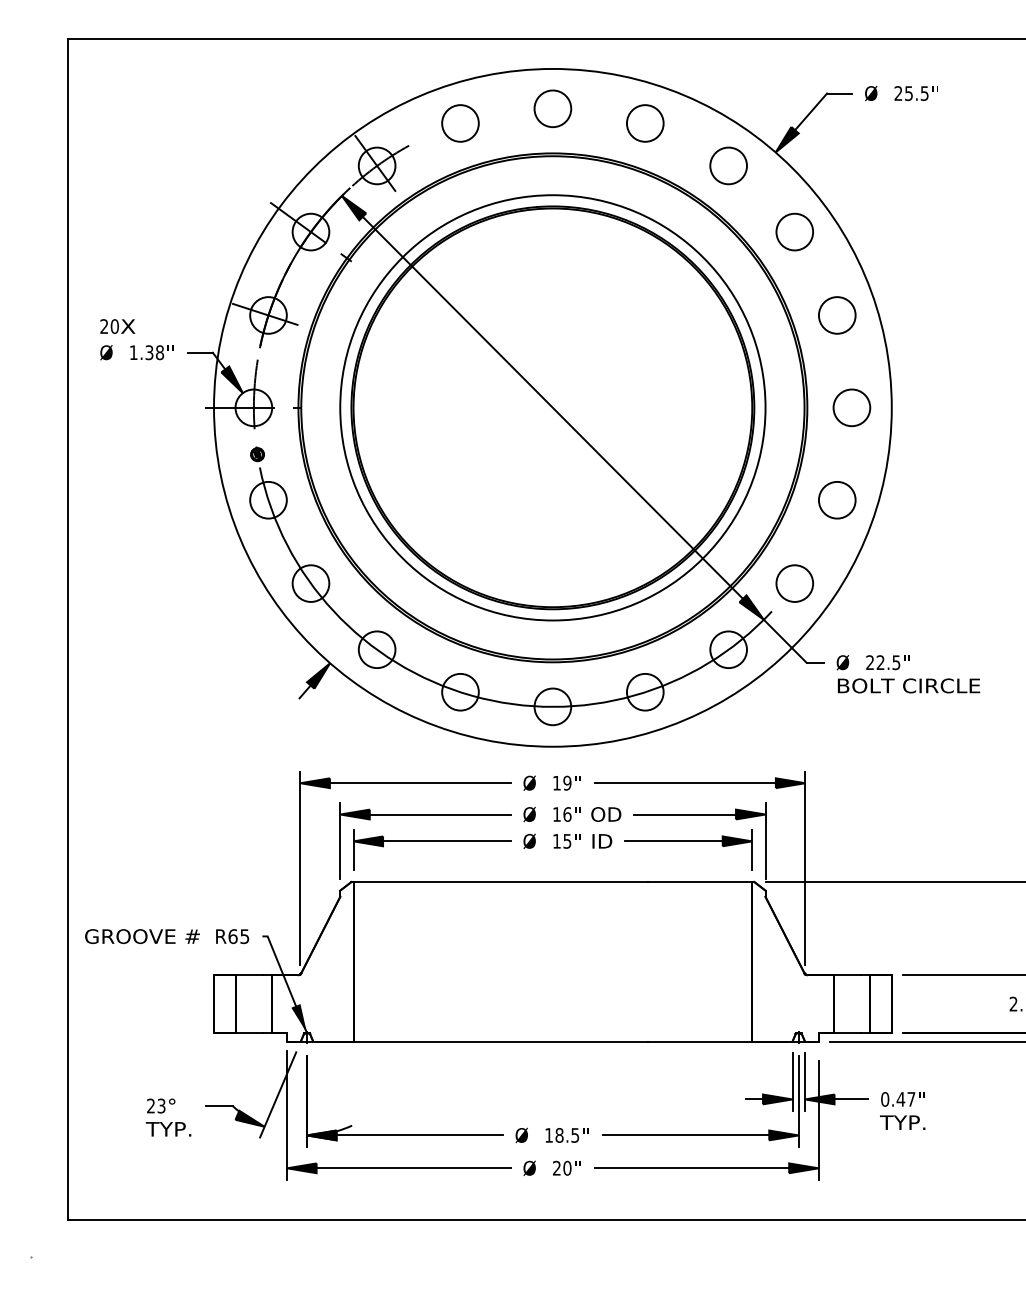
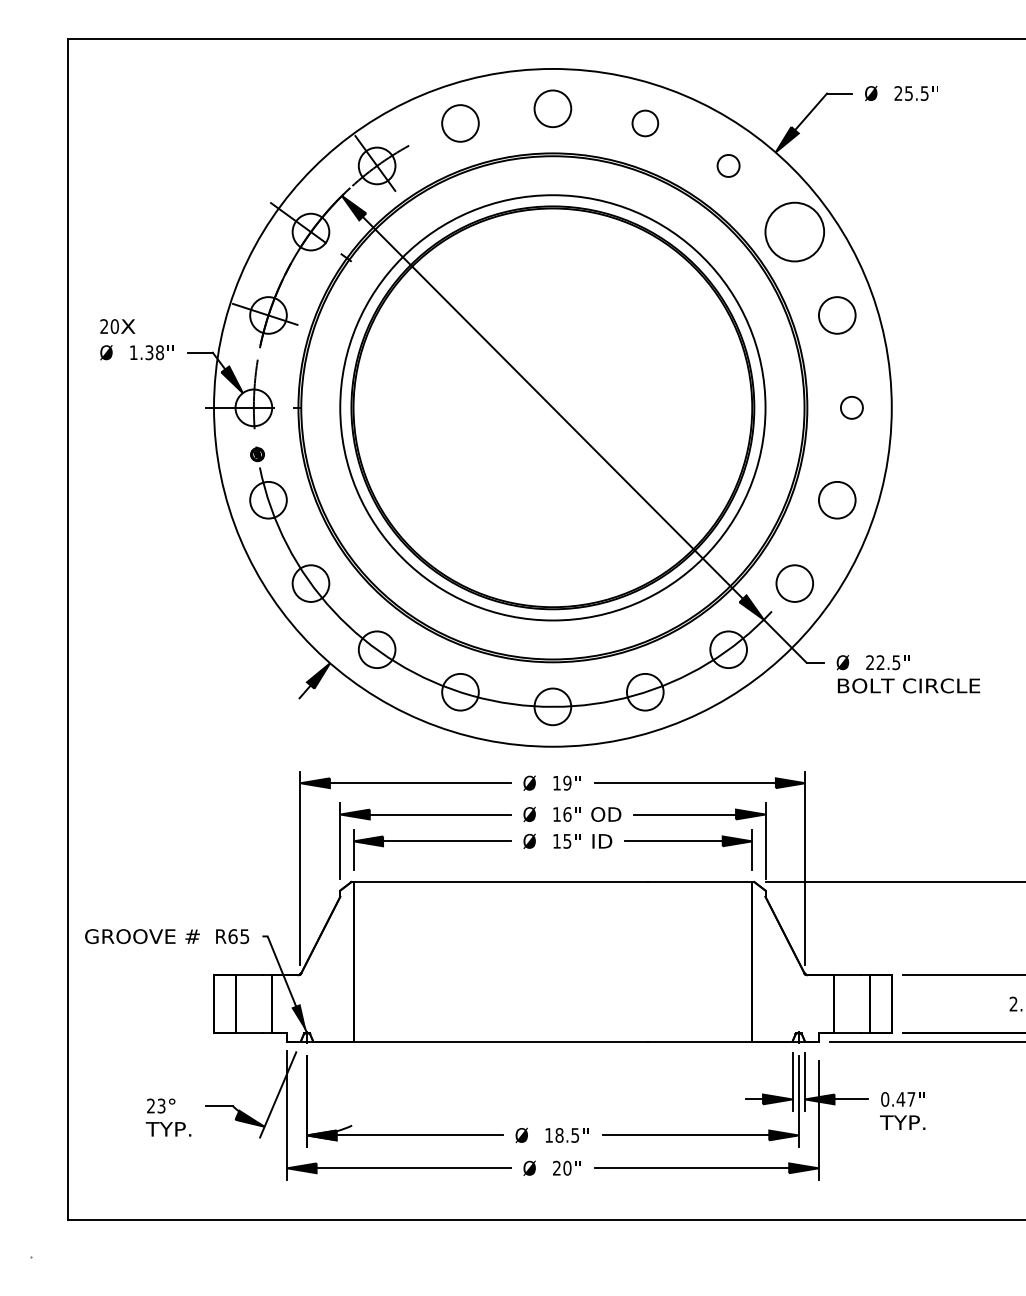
circle at (645, 123) size: 39x39 px -> 29x29 px
circle at (728, 165) size: 39x40 px -> 25x24 px
circle at (794, 231) diameter: 37 px -> 59 px
circle at (851, 407) diameter: 37 px -> 22 px
